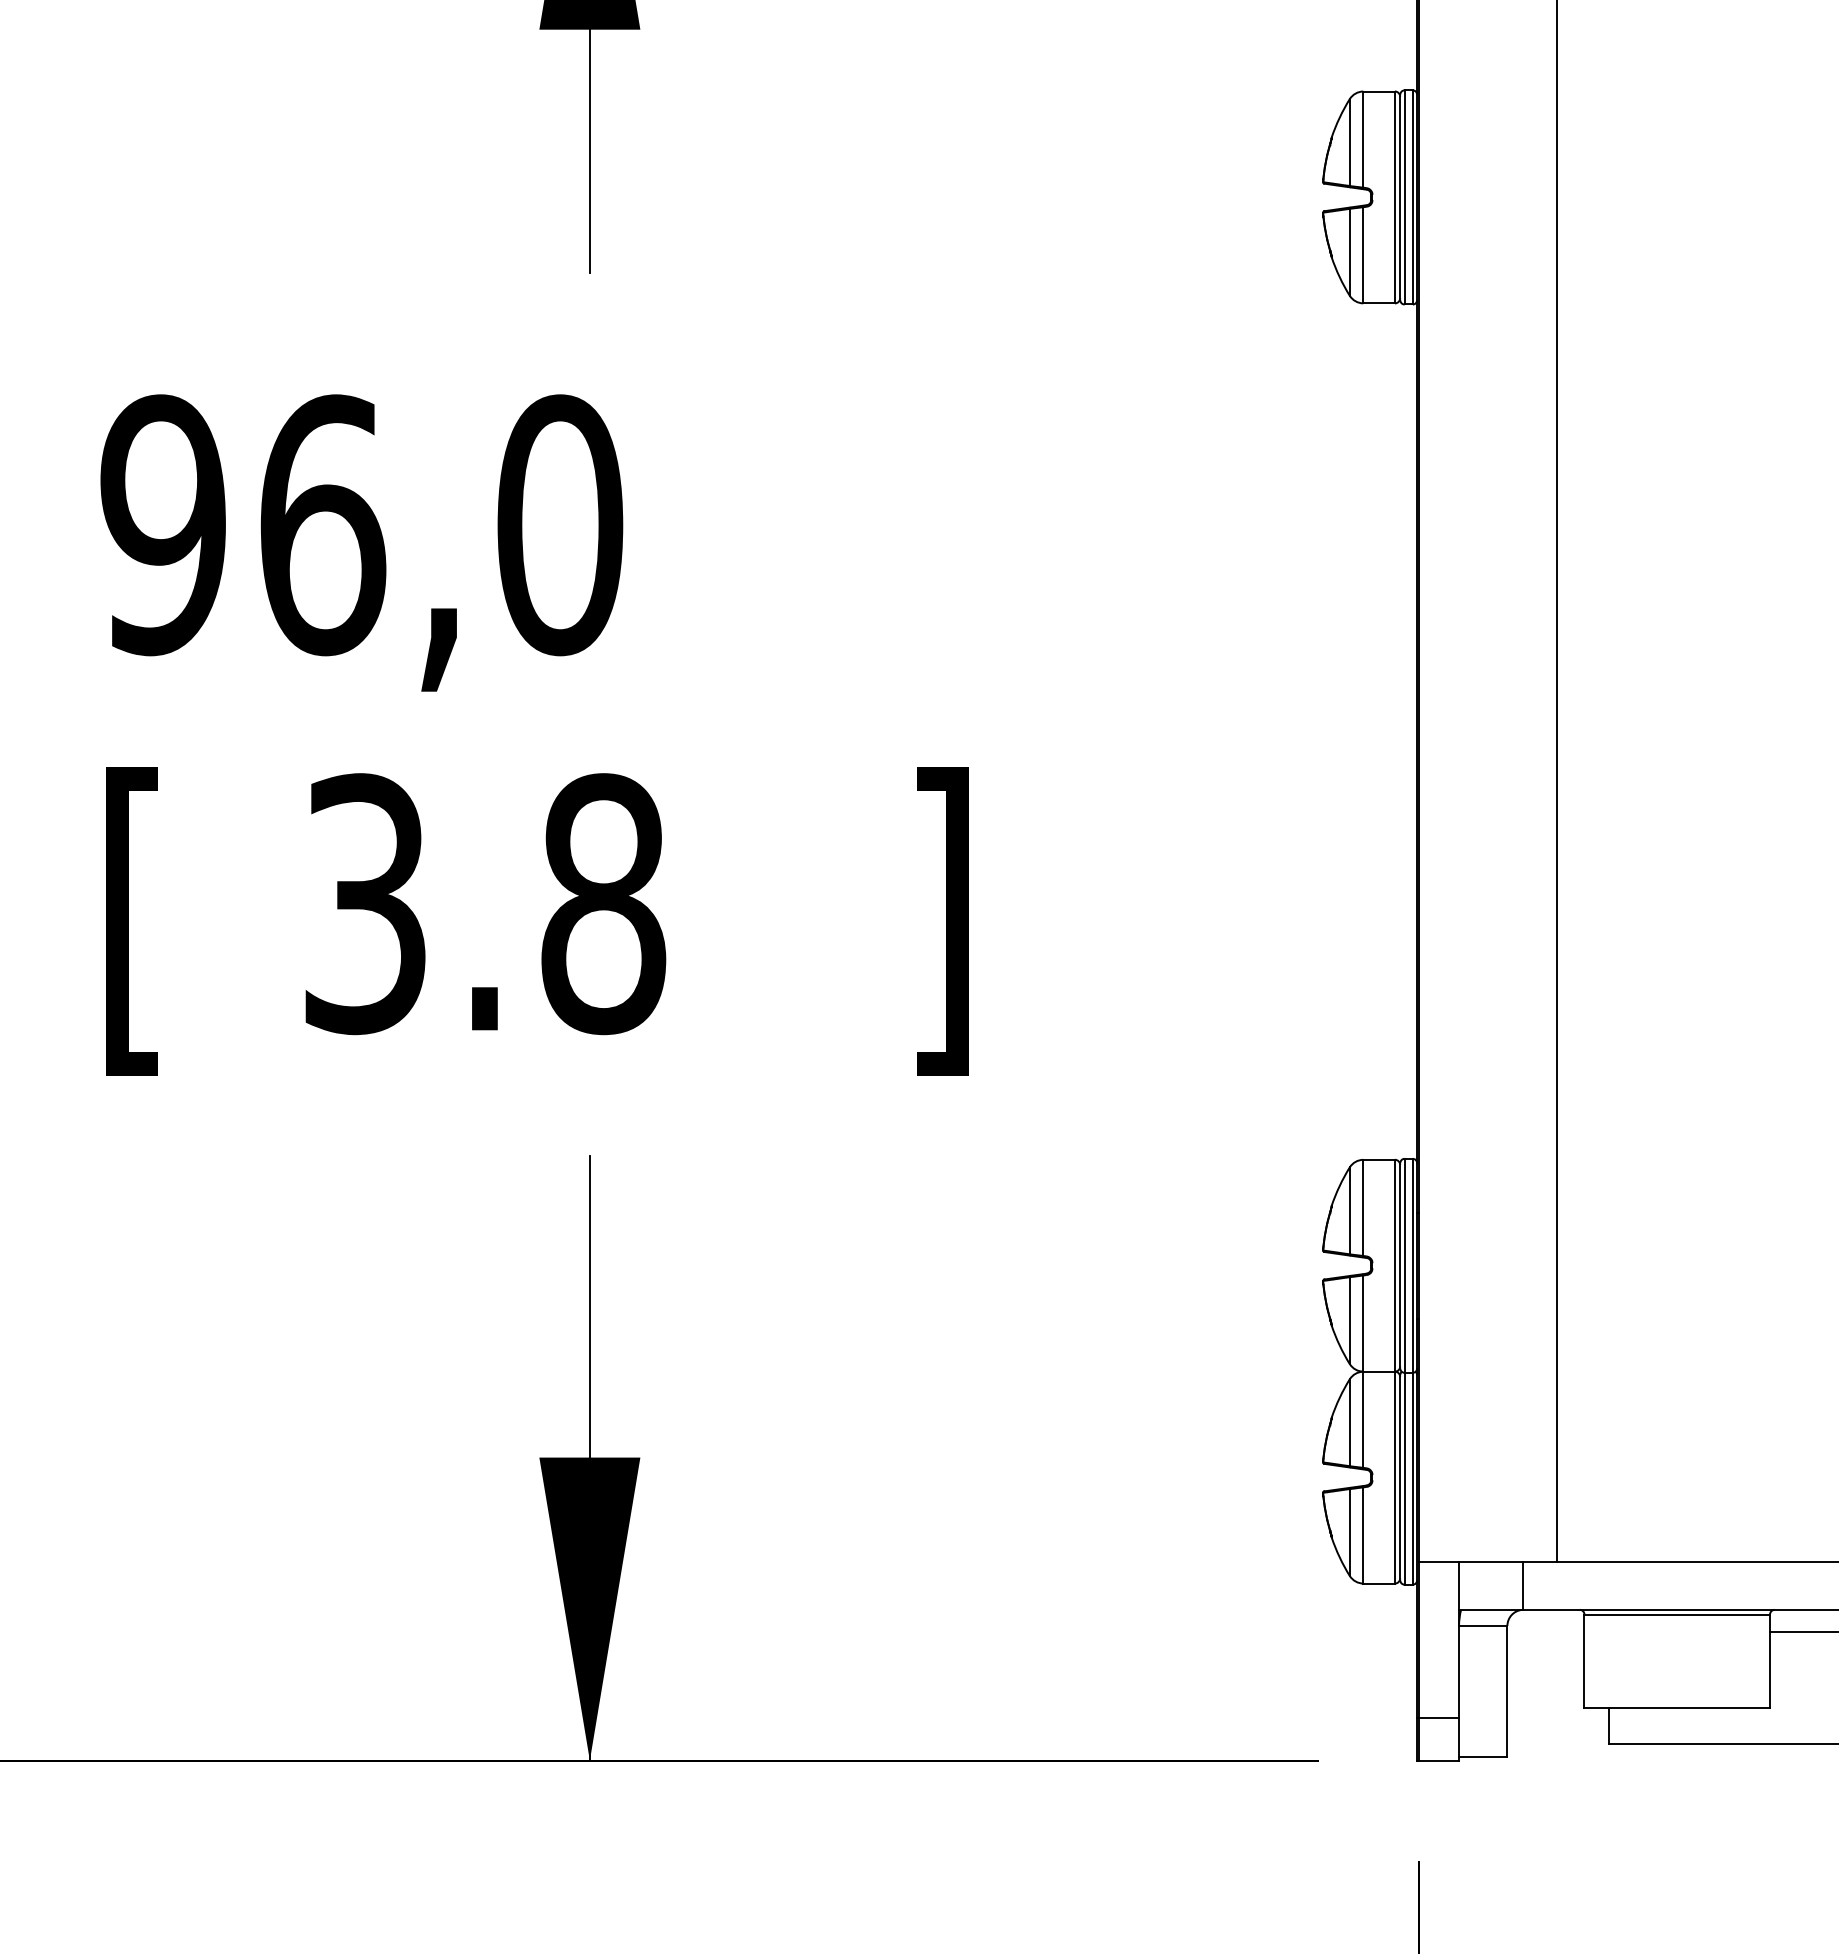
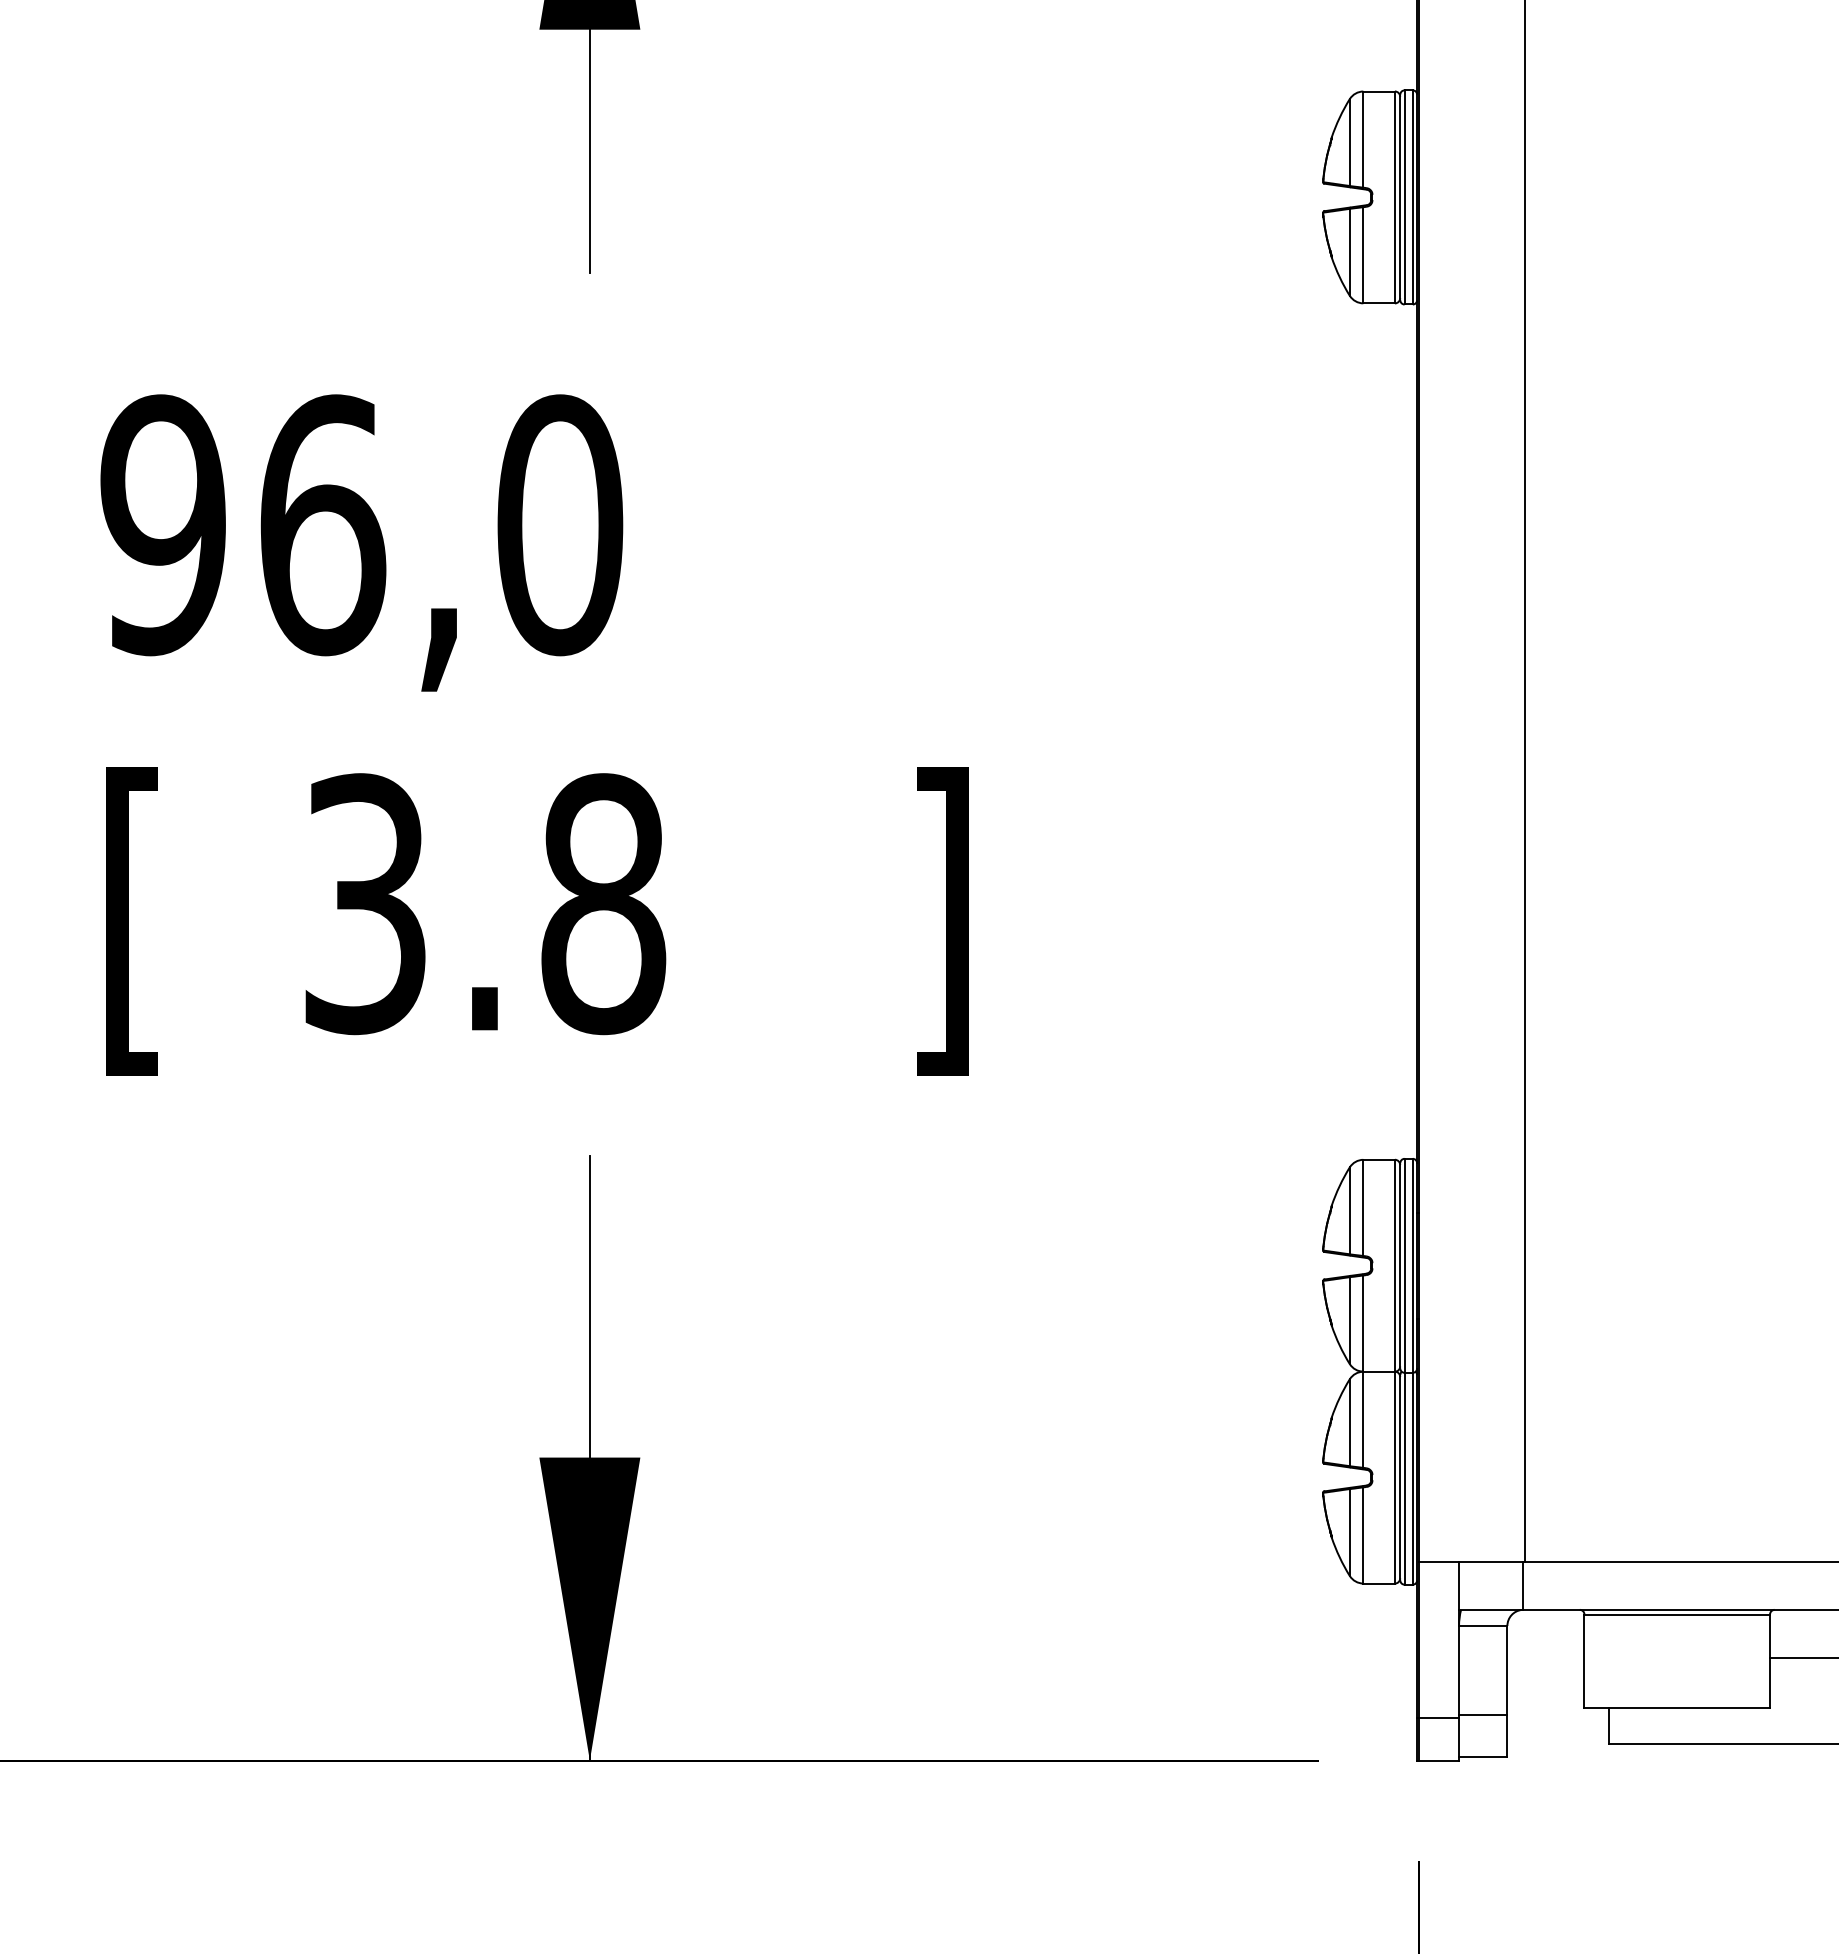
line at (1557, 781) position: (1557, 781) -> (1525, 781)
line at (1802, 1632) position: (1802, 1632) -> (1802, 1658)
line at (1483, 1714): none -> present
